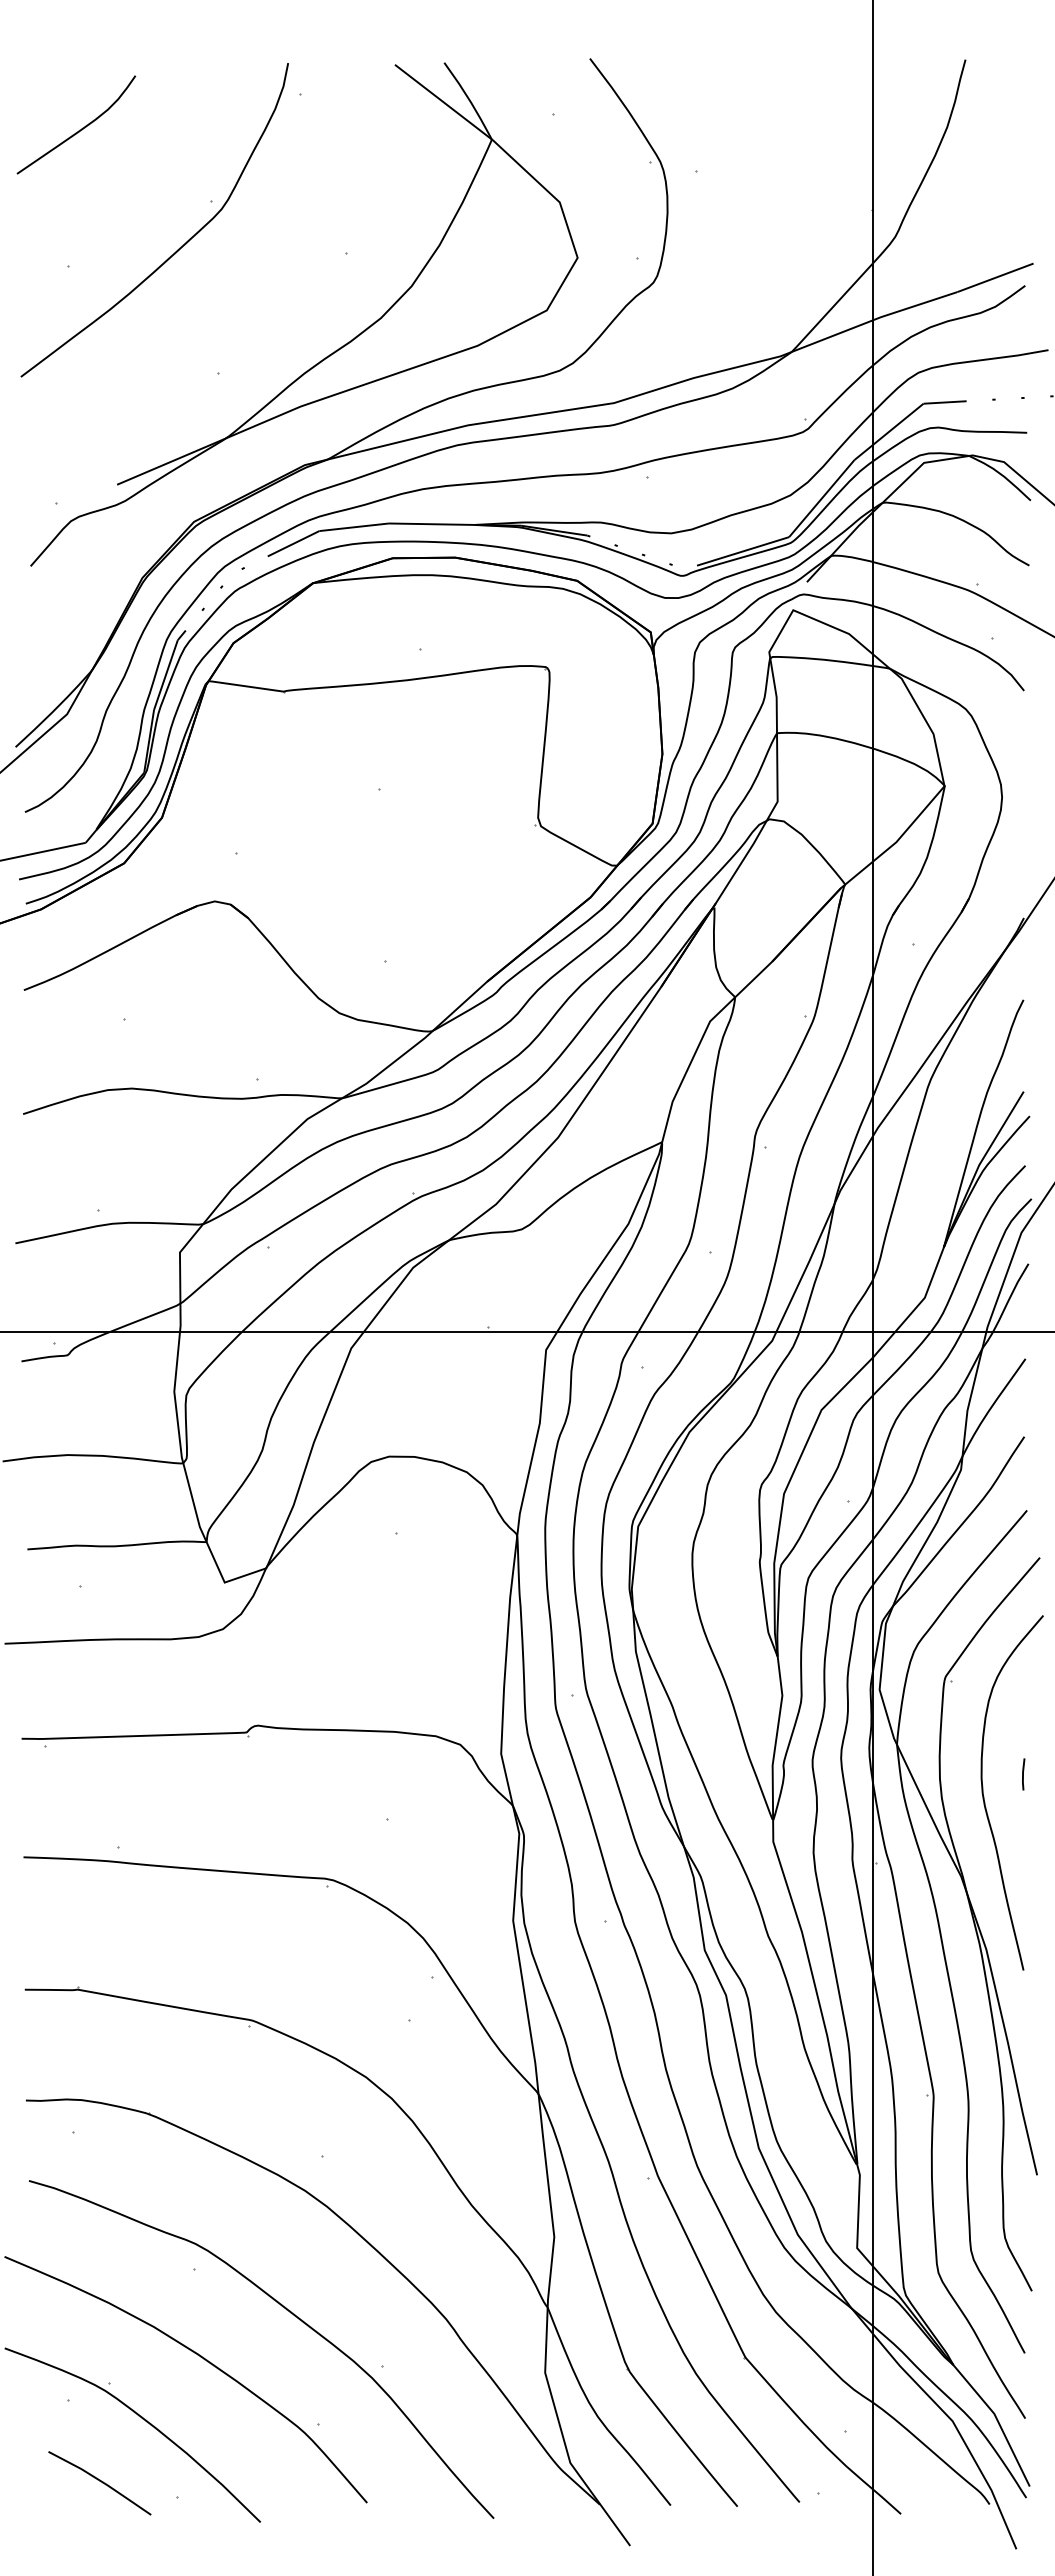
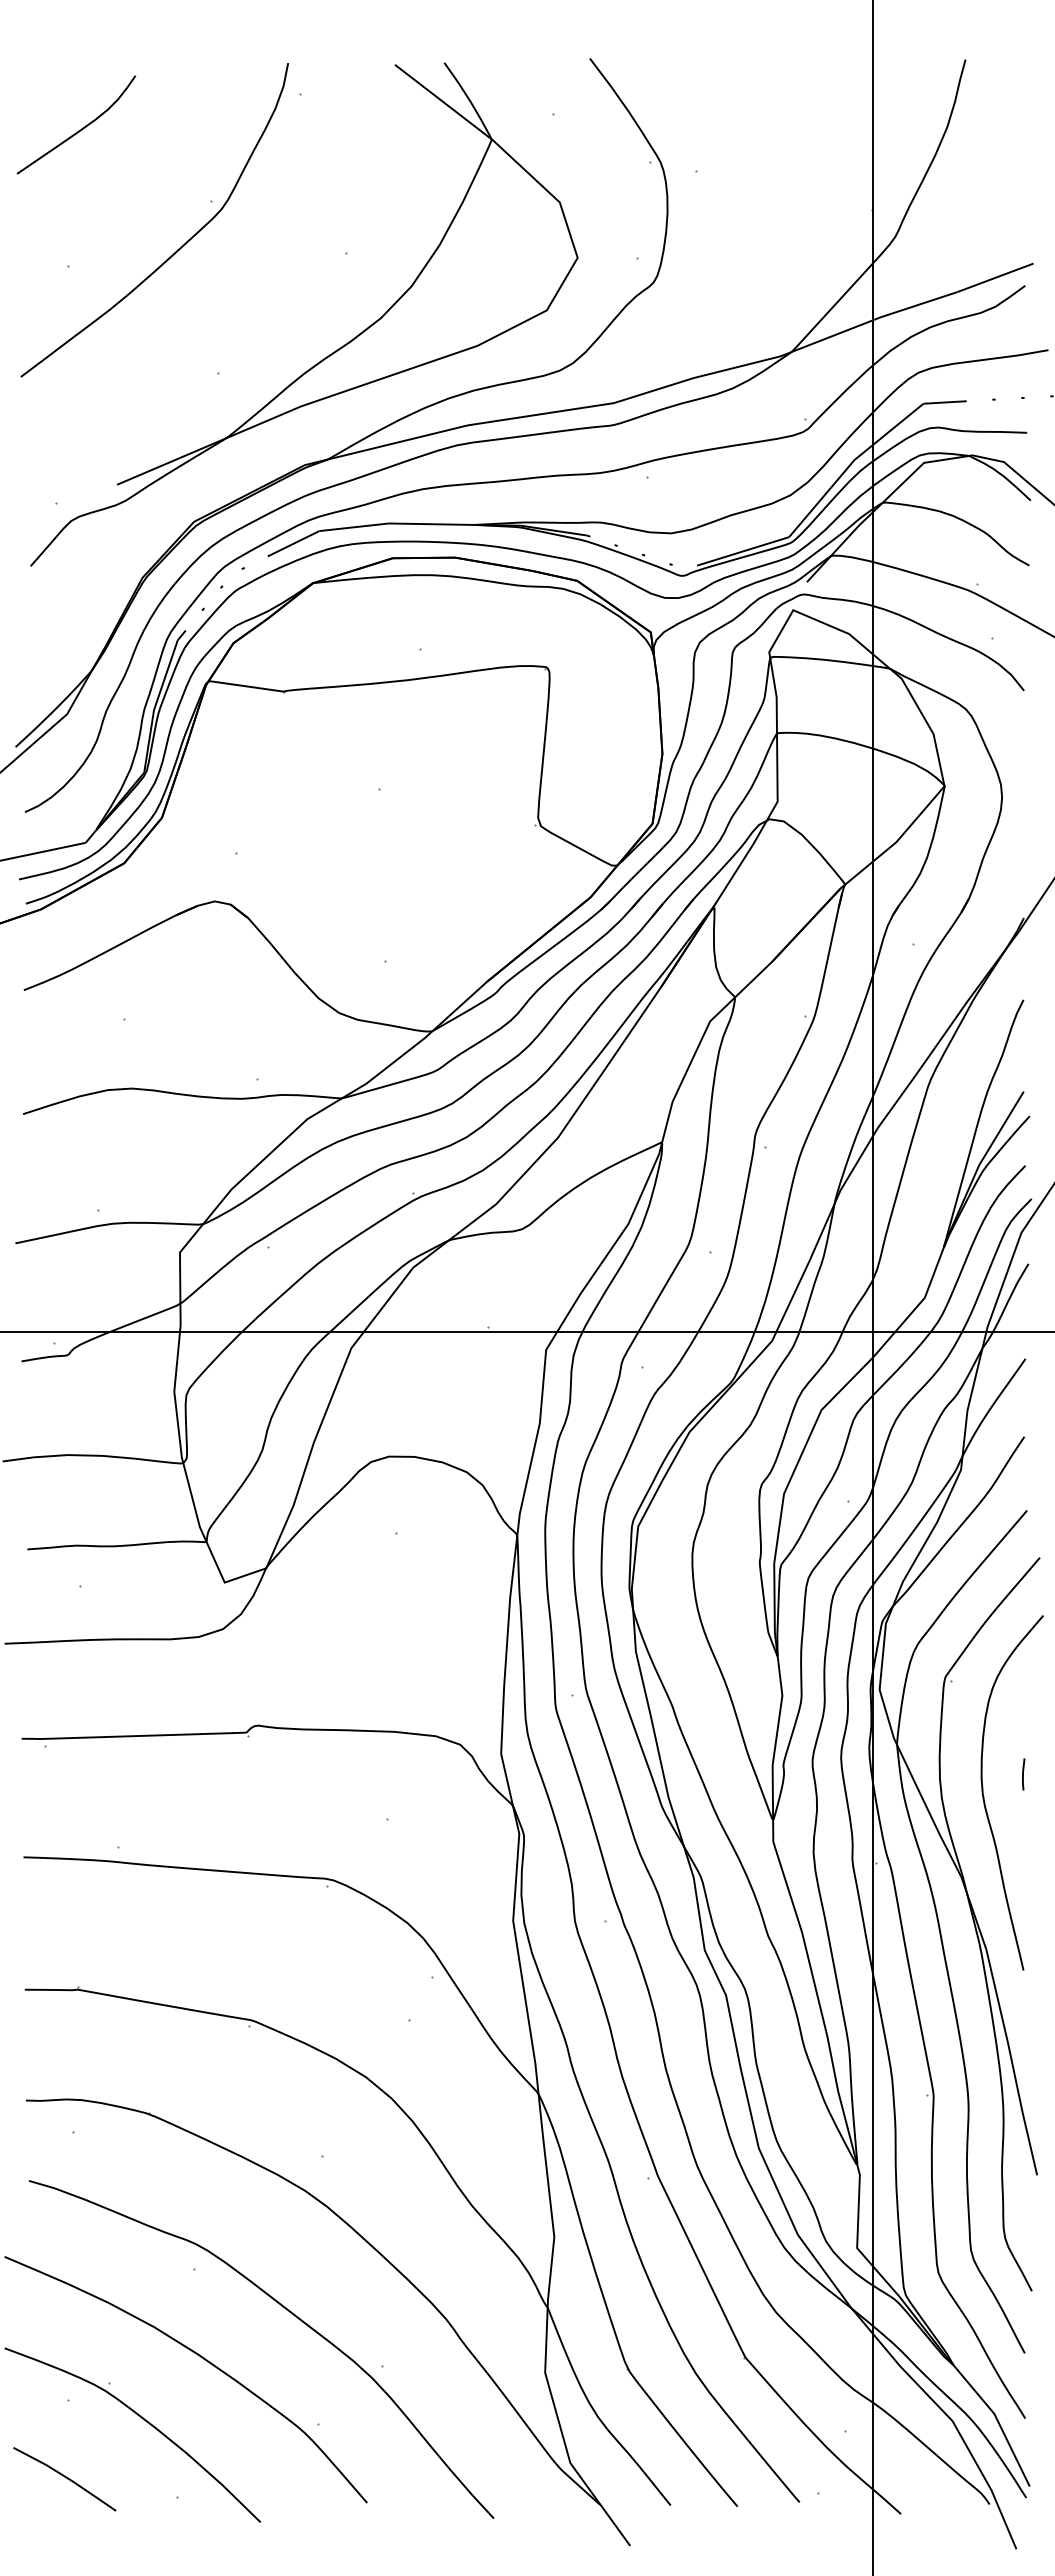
line at (99, 2481) position: (99, 2481) -> (64, 2477)
